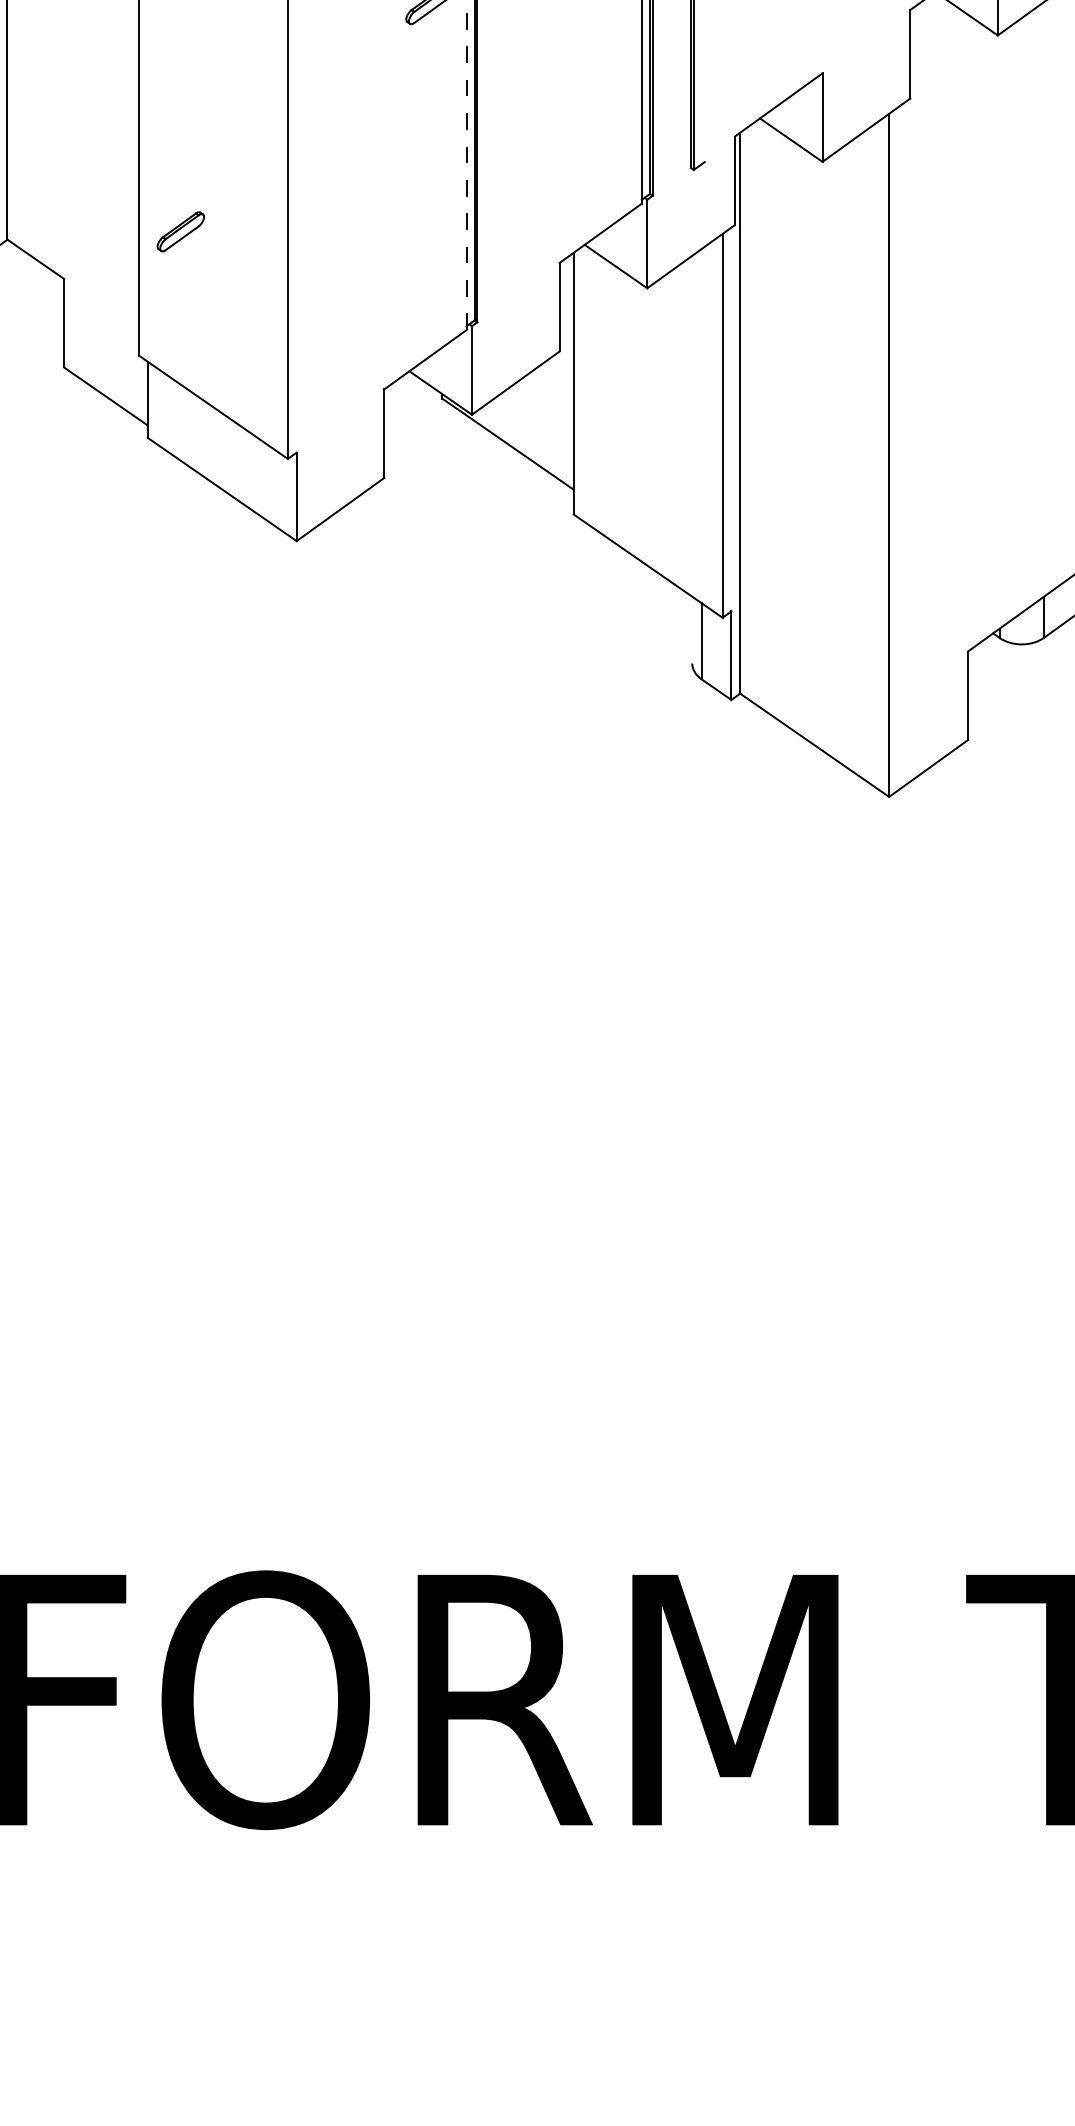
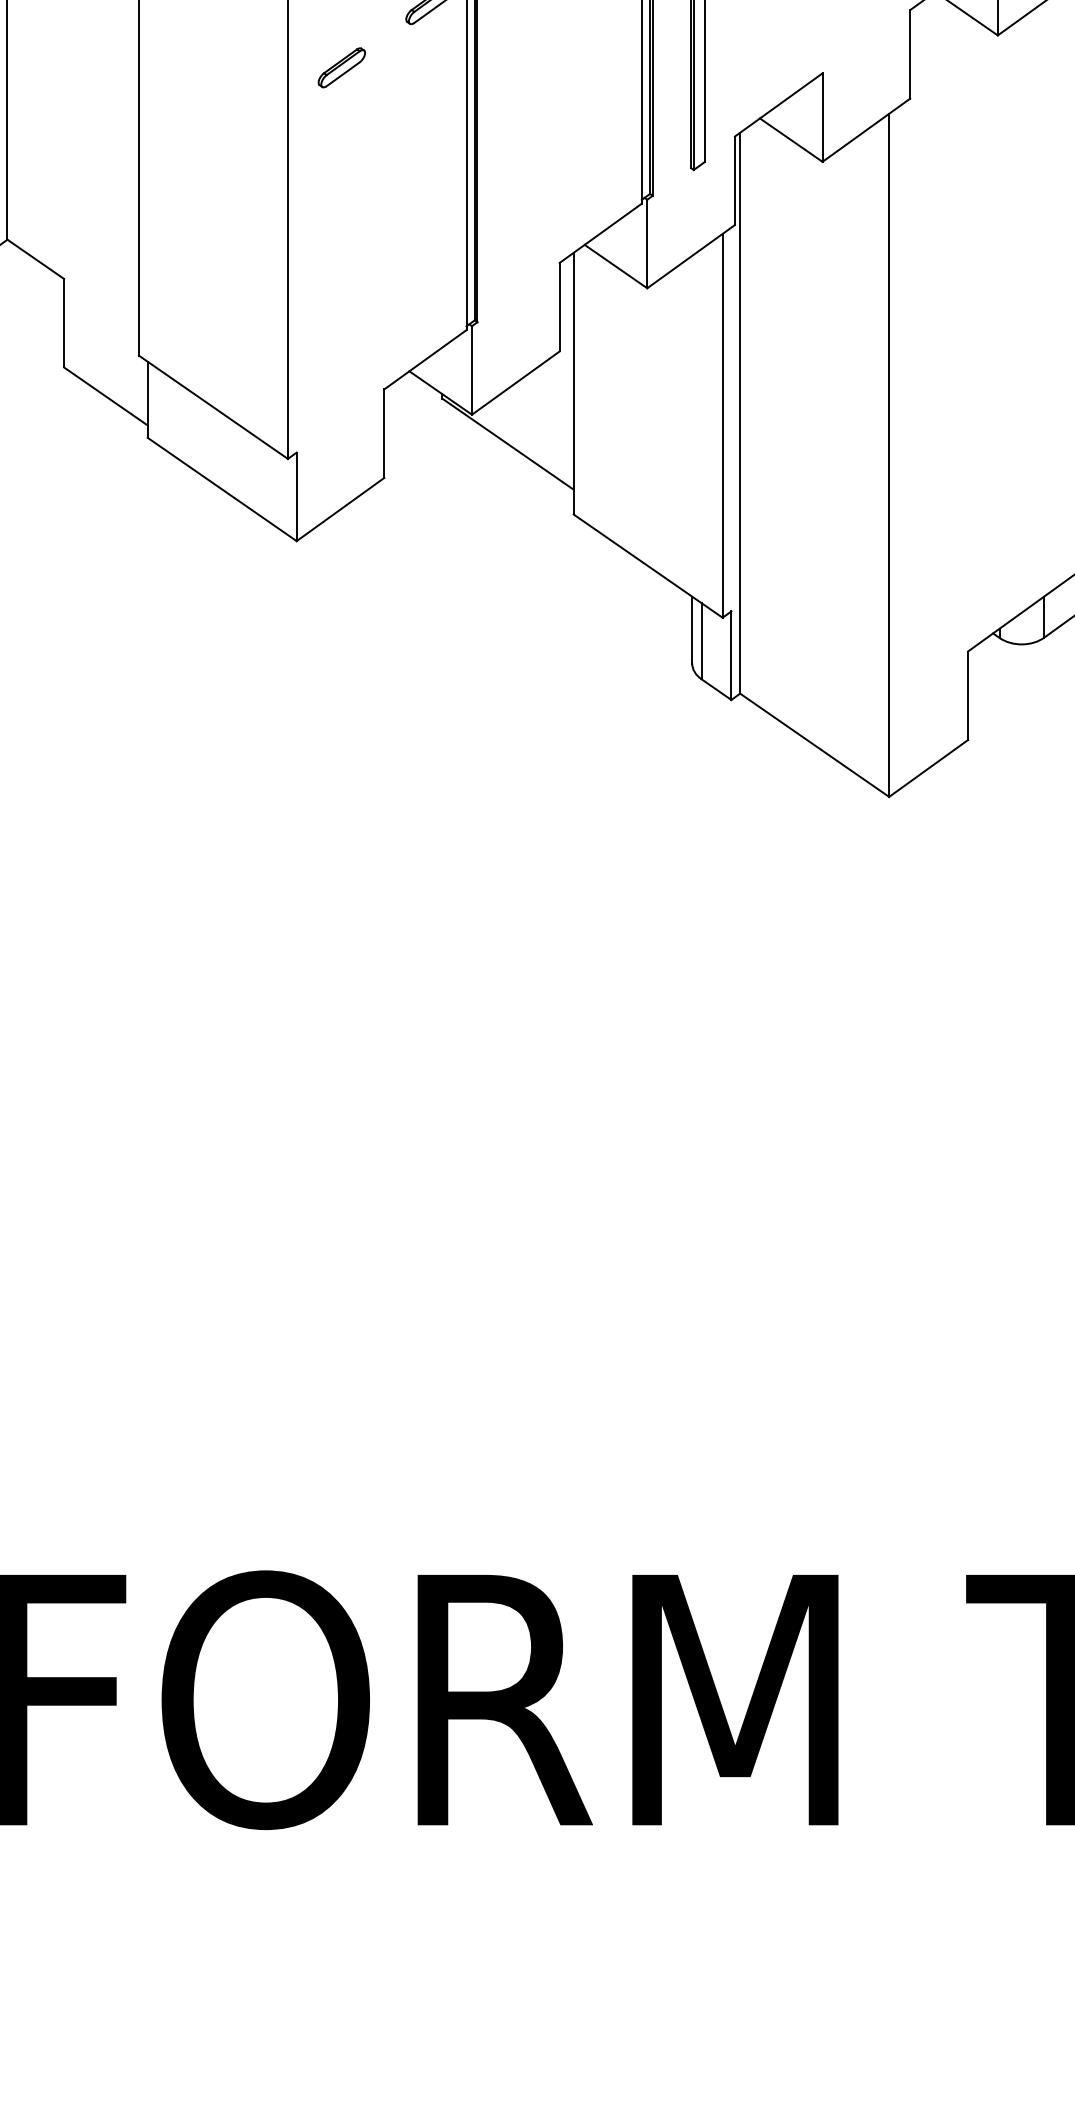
line at (704, 82): none -> present
line at (466, 165): dashed -> solid
part at (180, 231) position: (180, 231) -> (341, 67)
line at (692, 629): none -> present
